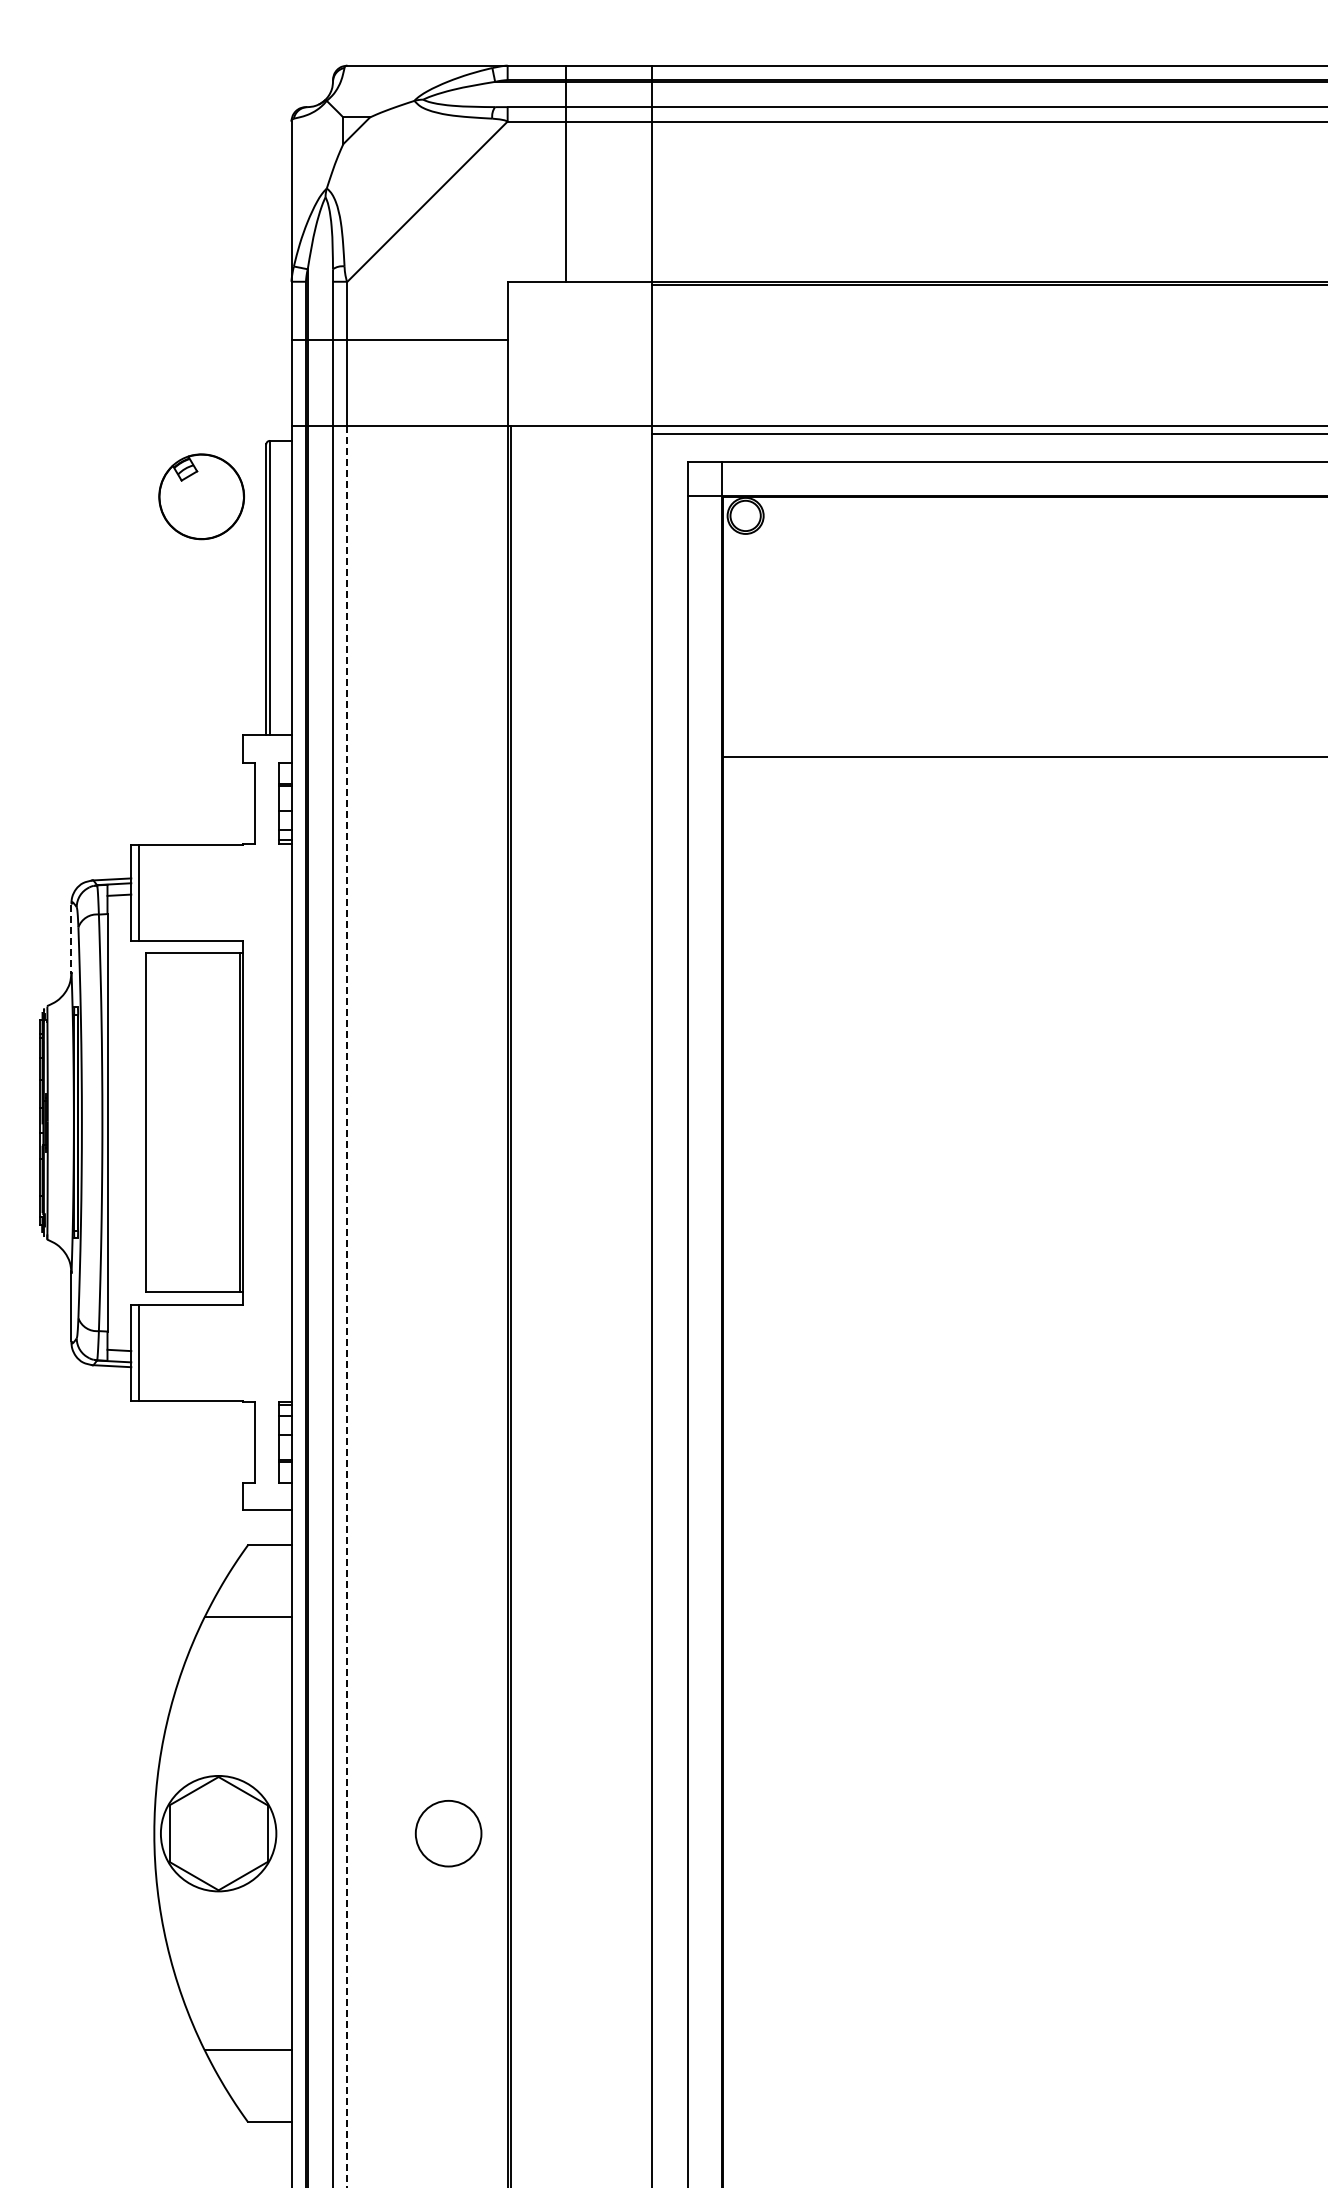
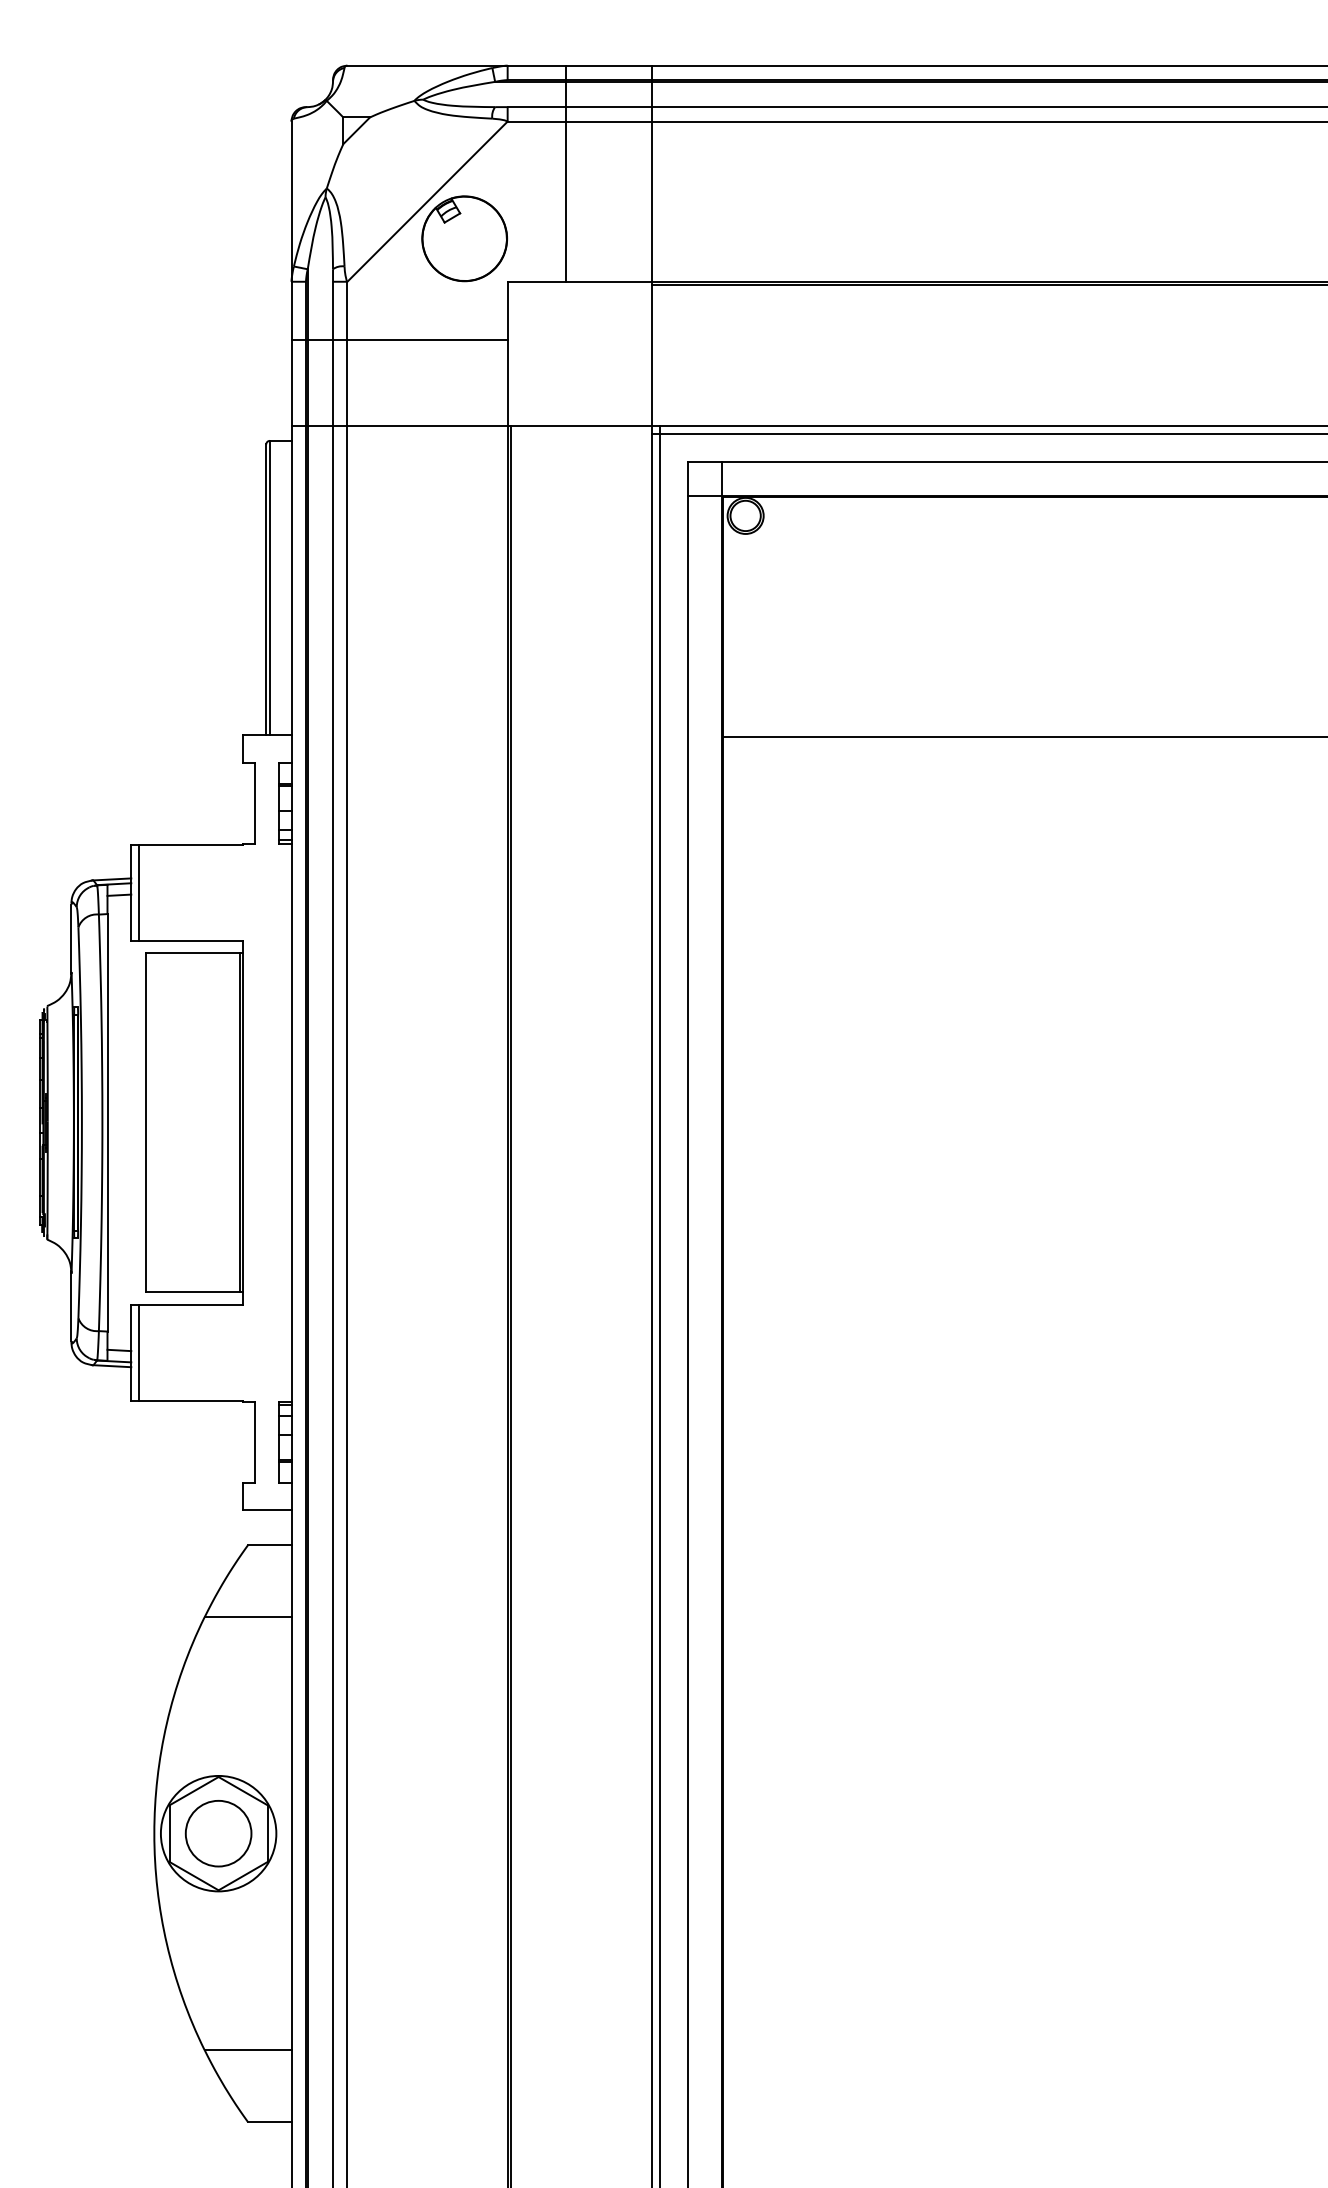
part at (201, 496) position: (201, 496) -> (464, 238)
line at (1023, 757) position: (1023, 757) -> (1023, 737)
line at (71, 939): dashed -> solid
line at (659, 1305): none -> present
line at (347, 1307): dashed -> solid
circle at (448, 1833) position: (448, 1833) -> (218, 1833)
